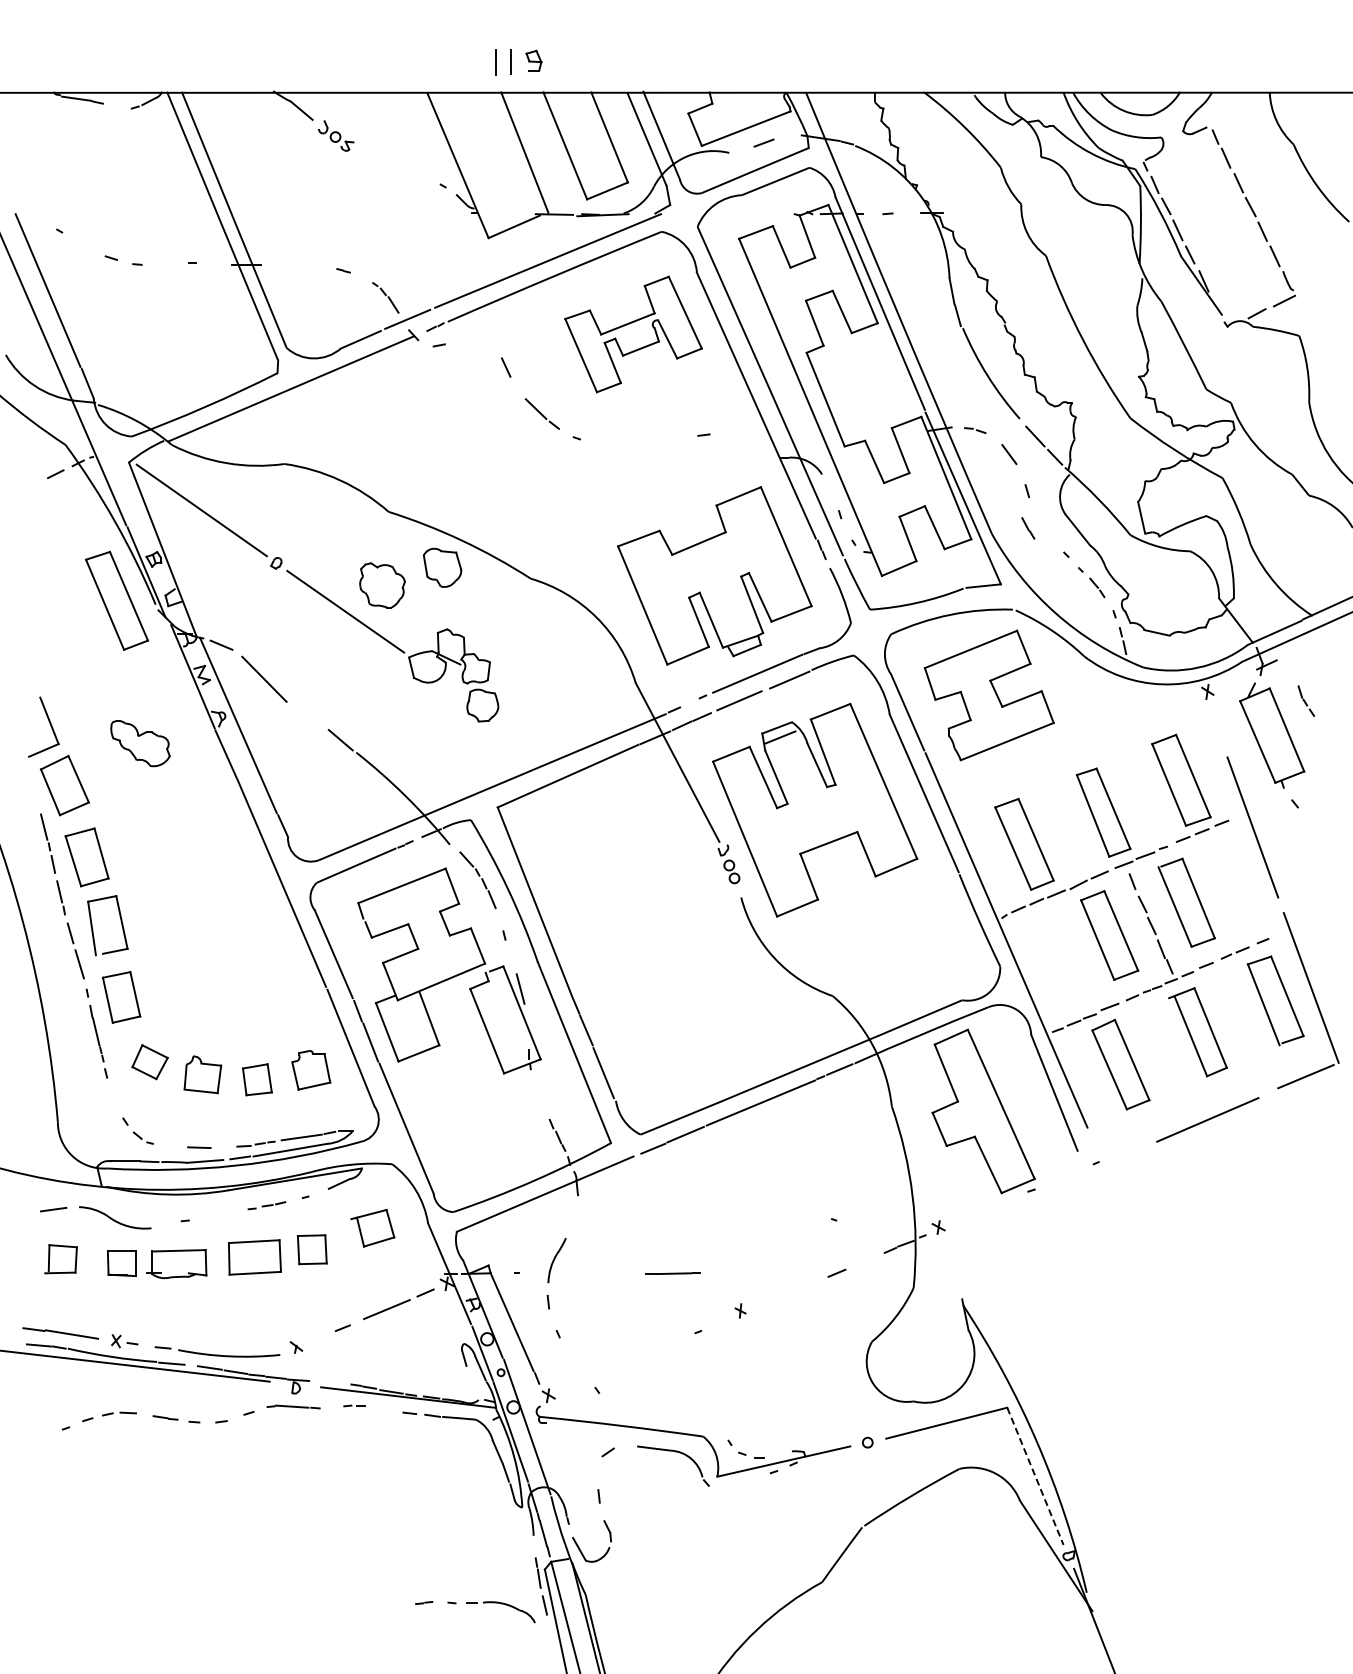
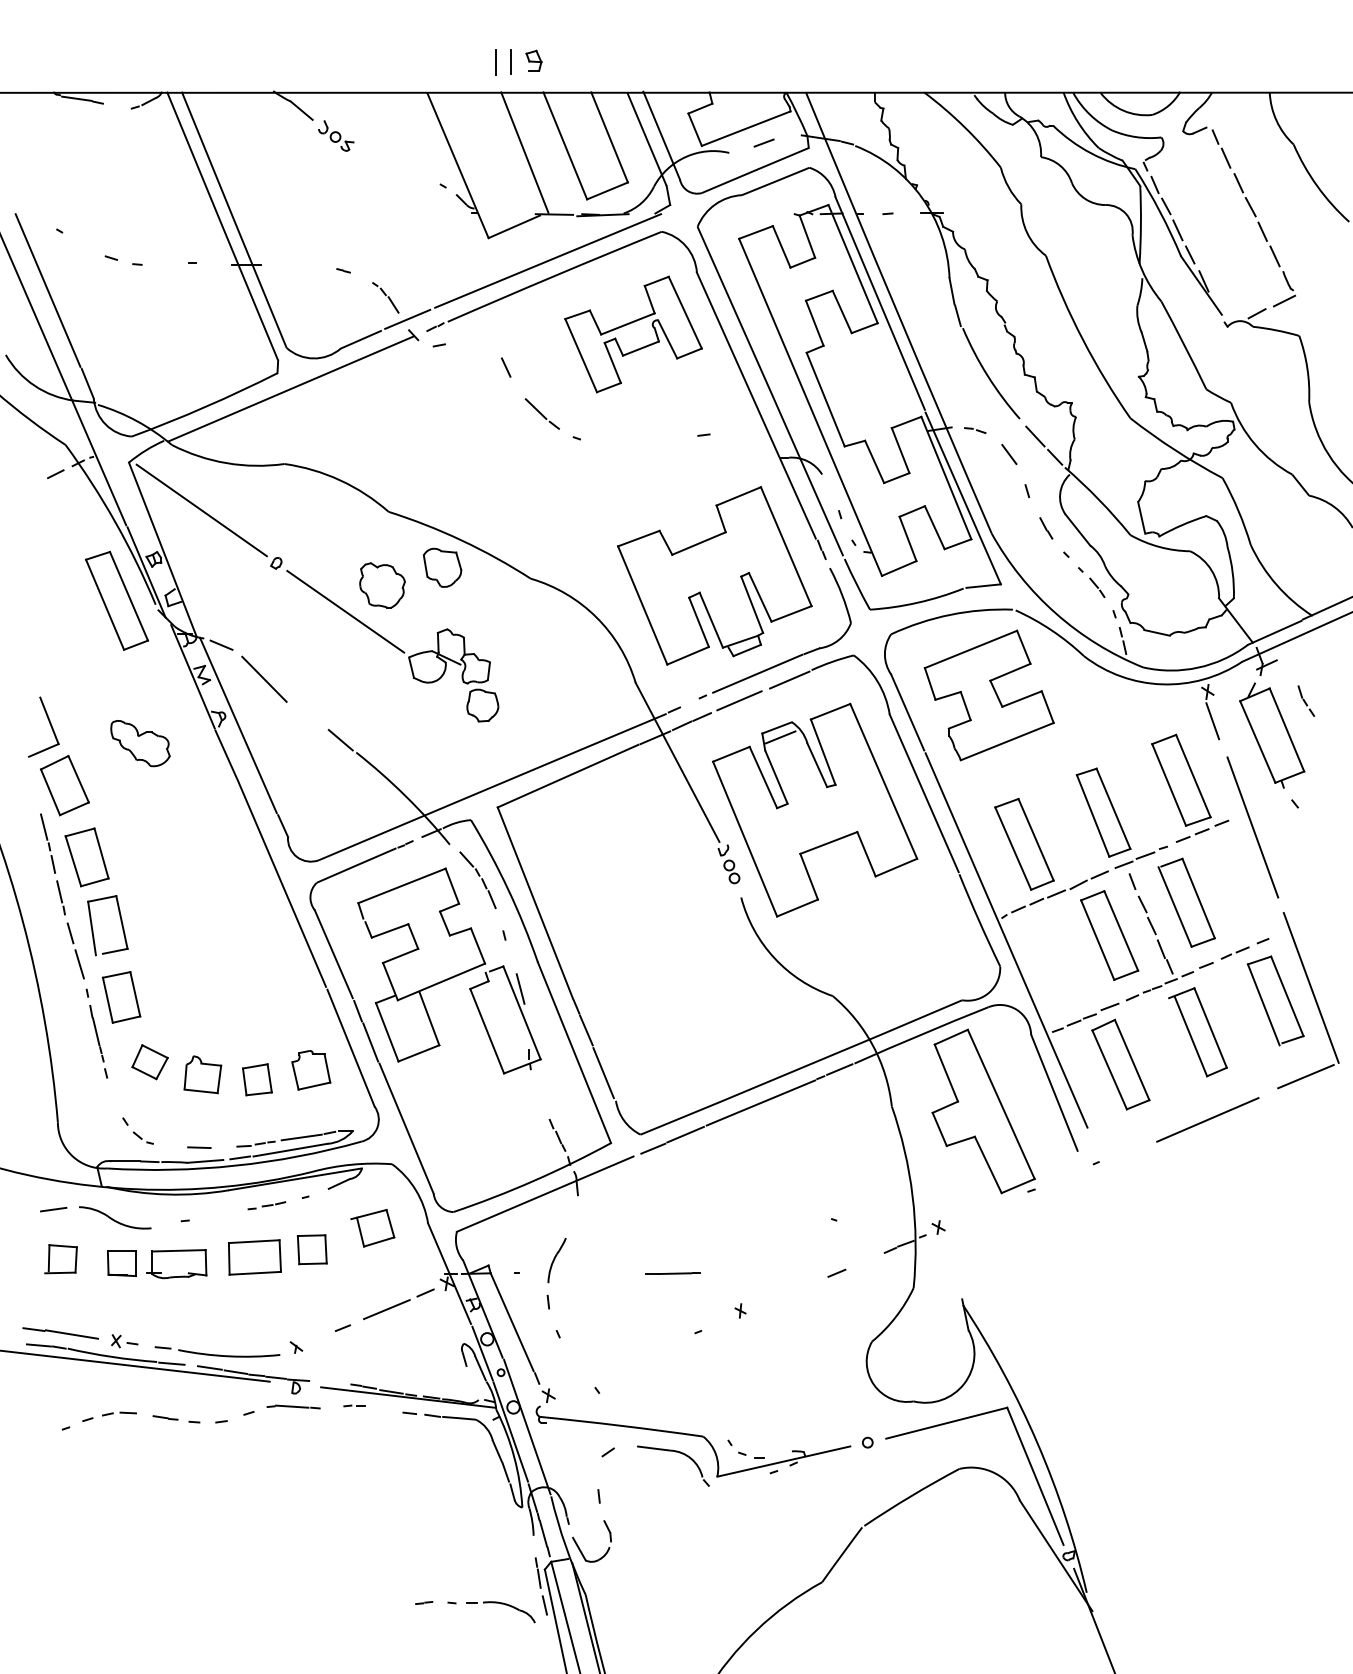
line at (1028, 528) position: (1028, 528) -> (1046, 528)
line at (1212, 721): none -> present
line at (1035, 1476): dashed -> solid
